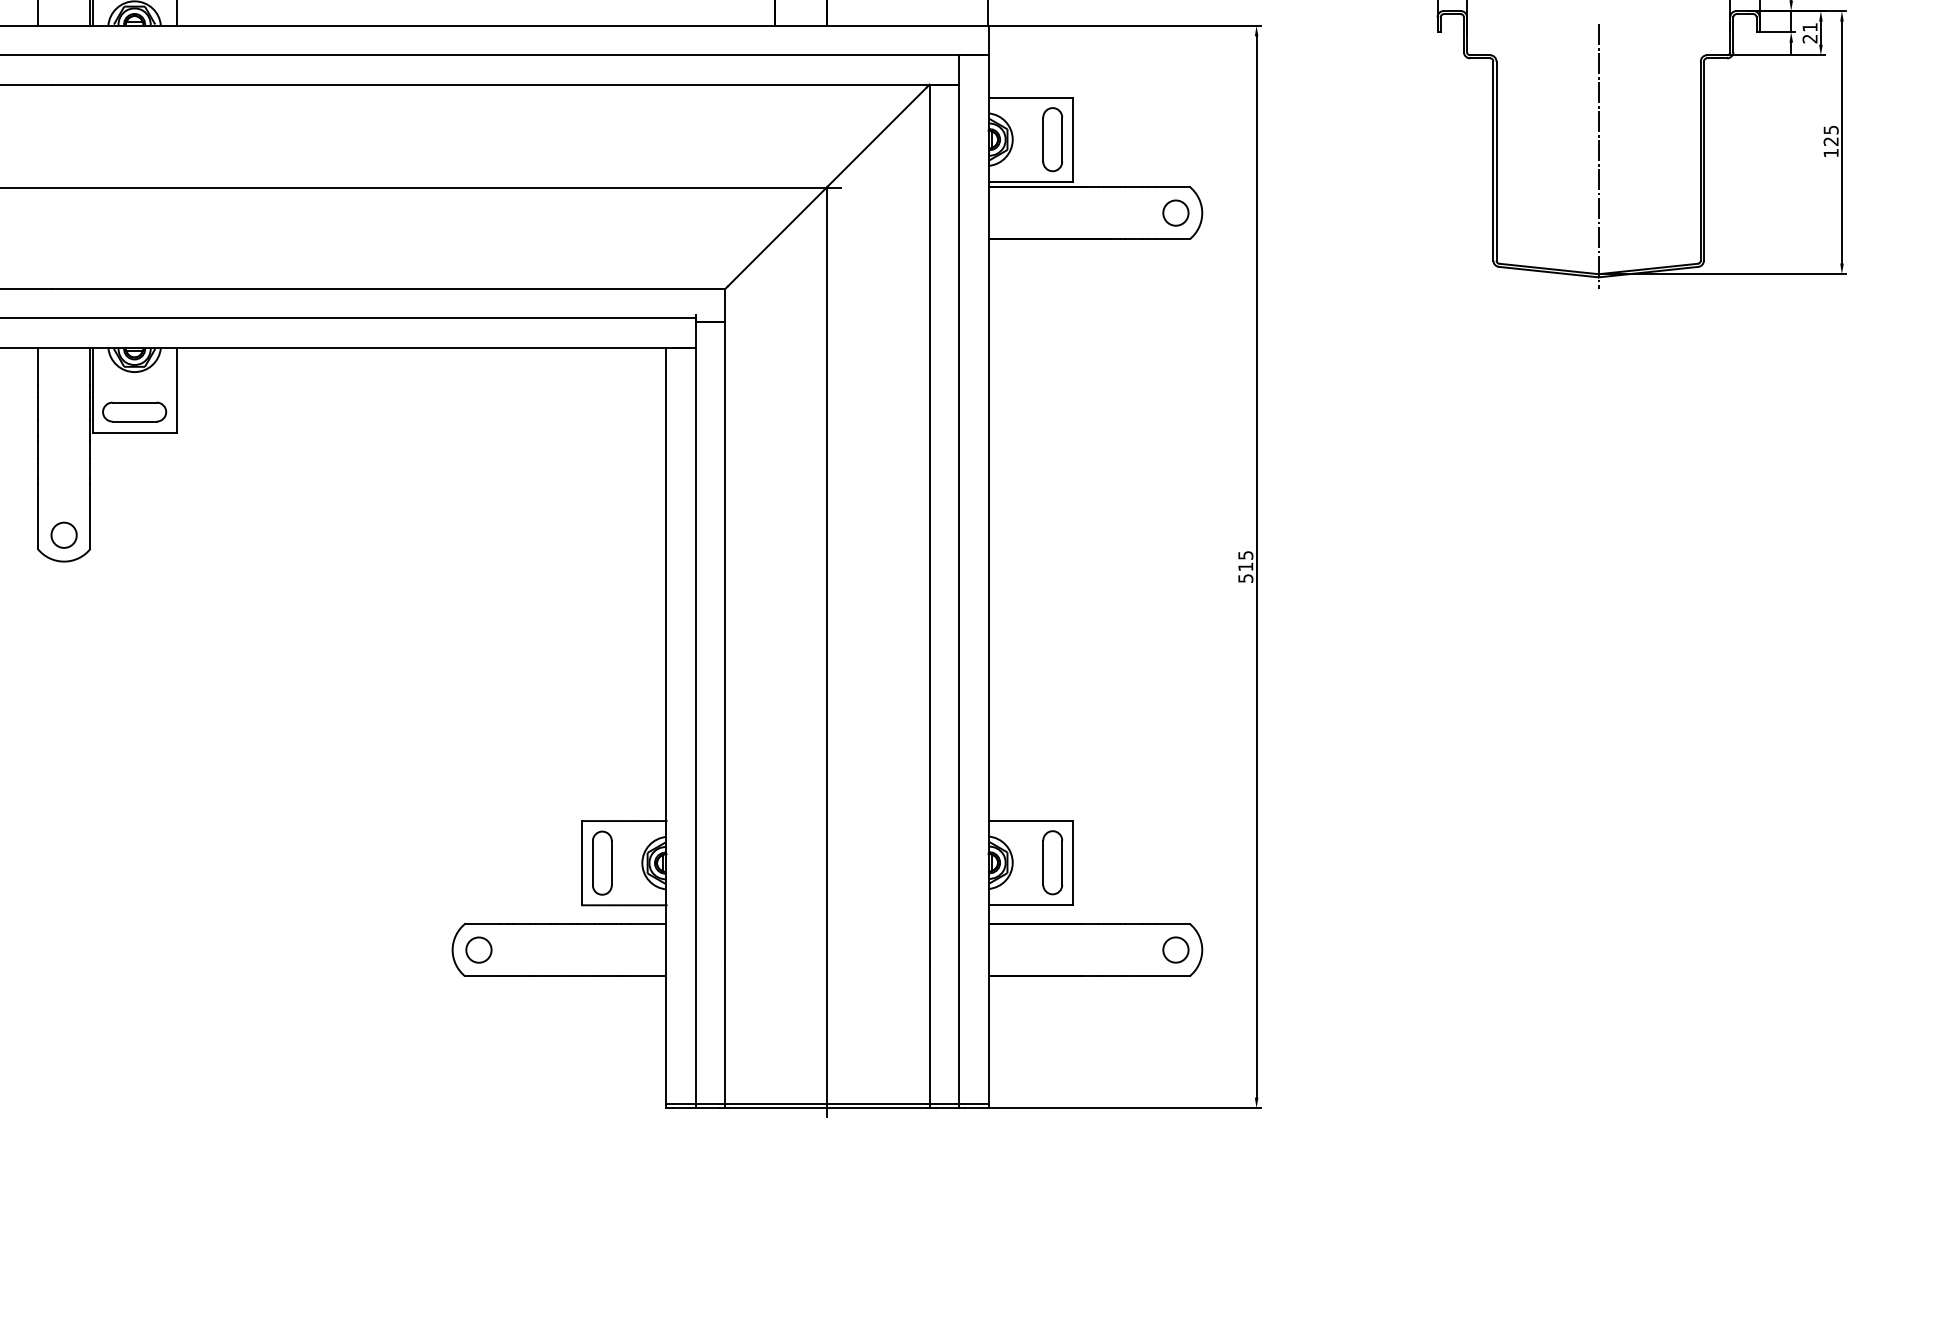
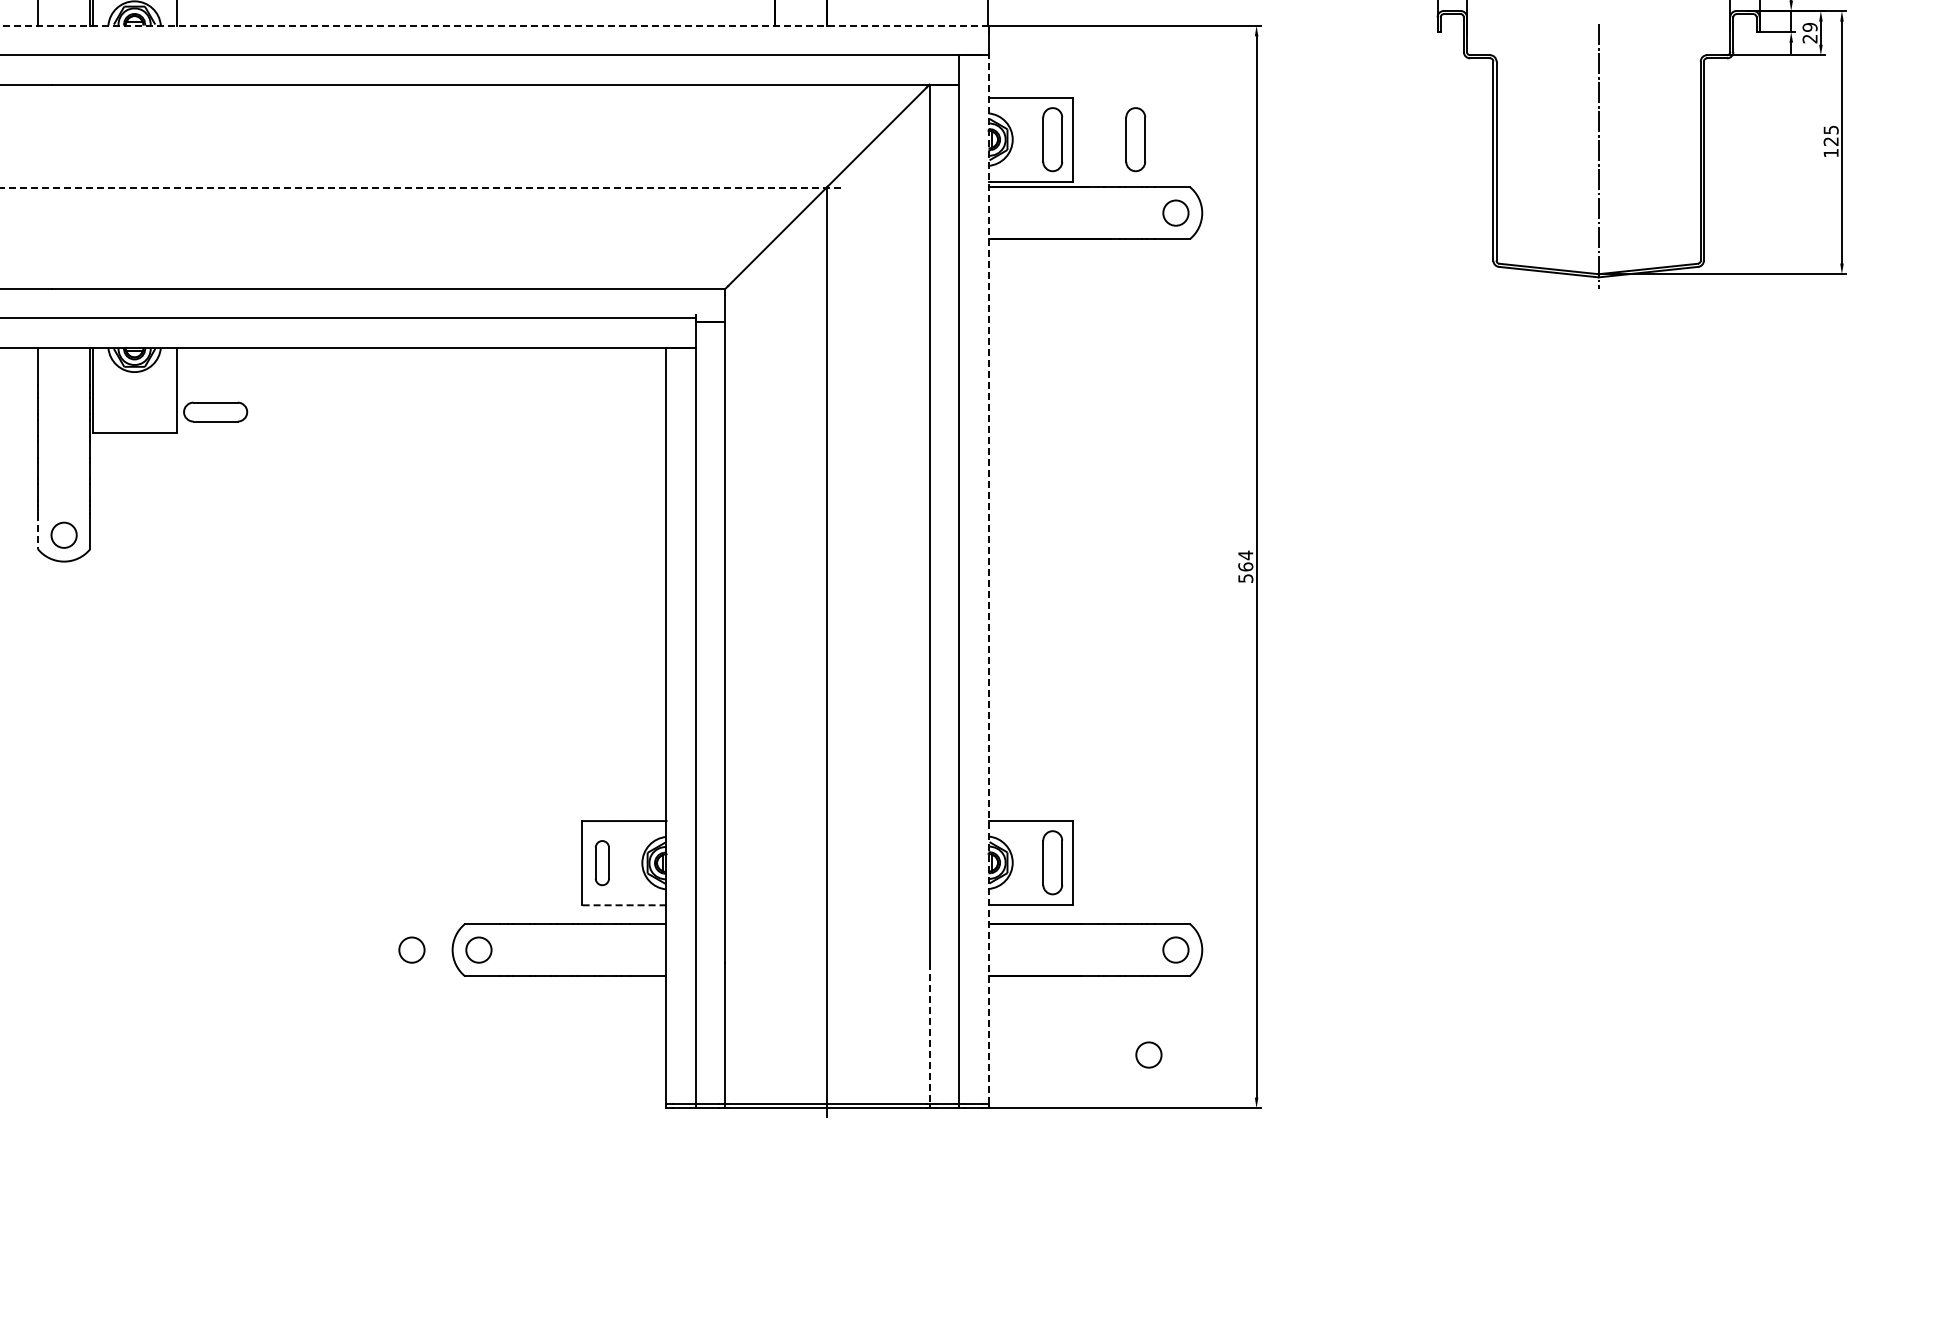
line at (493, 25): solid -> dashed
text at (1809, 27): 21 -> 29
part at (1135, 139): none -> present
line at (419, 188): solid -> dashed
part at (134, 411) position: (134, 411) -> (215, 411)
line at (37, 532): solid -> dashed
text at (1245, 560): 515 -> 564
line at (988, 579): solid -> dashed
part at (602, 862) size: 21x66 px -> 16x47 px
line at (623, 905): solid -> dashed
circle at (411, 949): none -> present
line at (929, 1033): solid -> dashed
circle at (1148, 1054): none -> present
